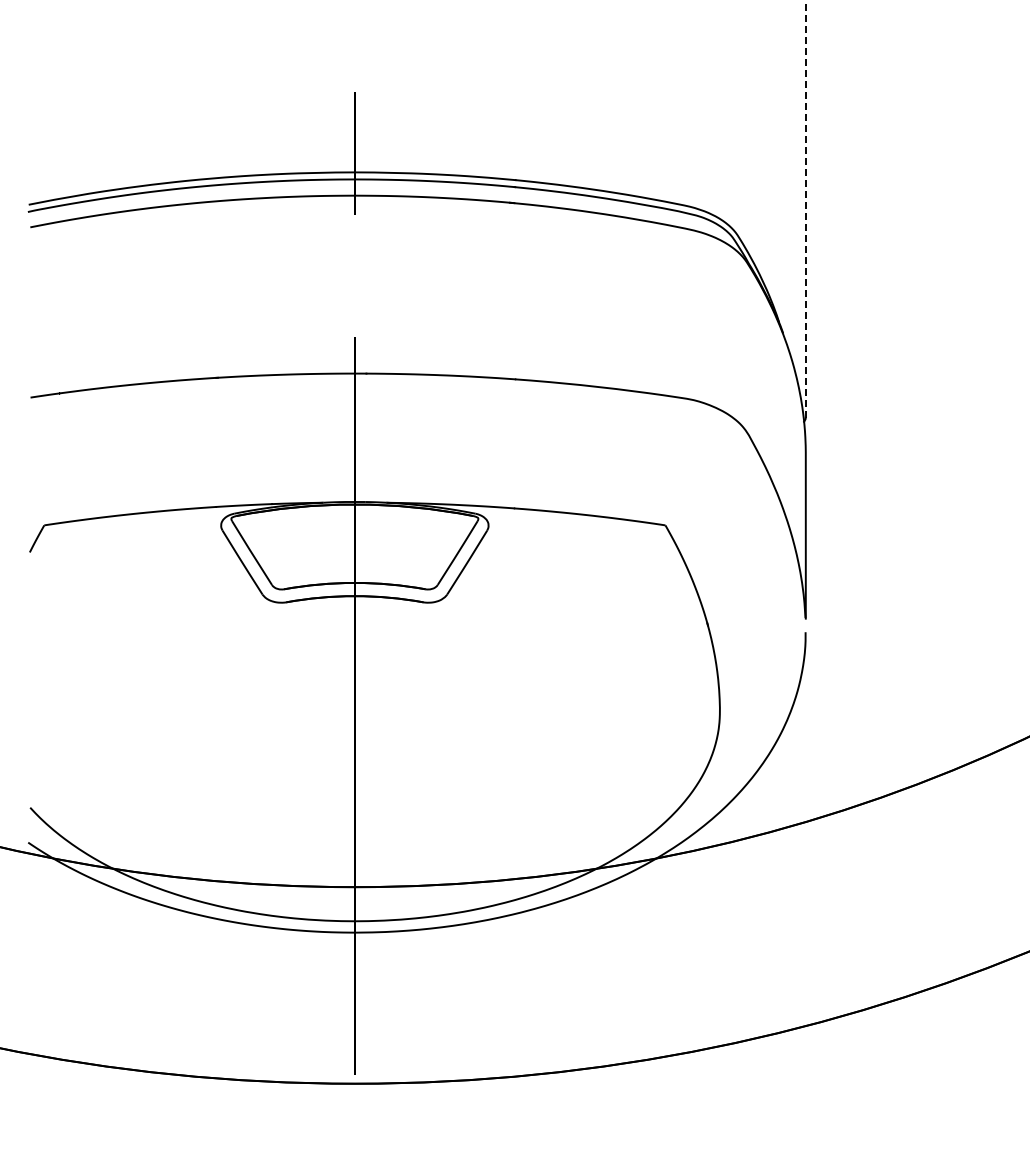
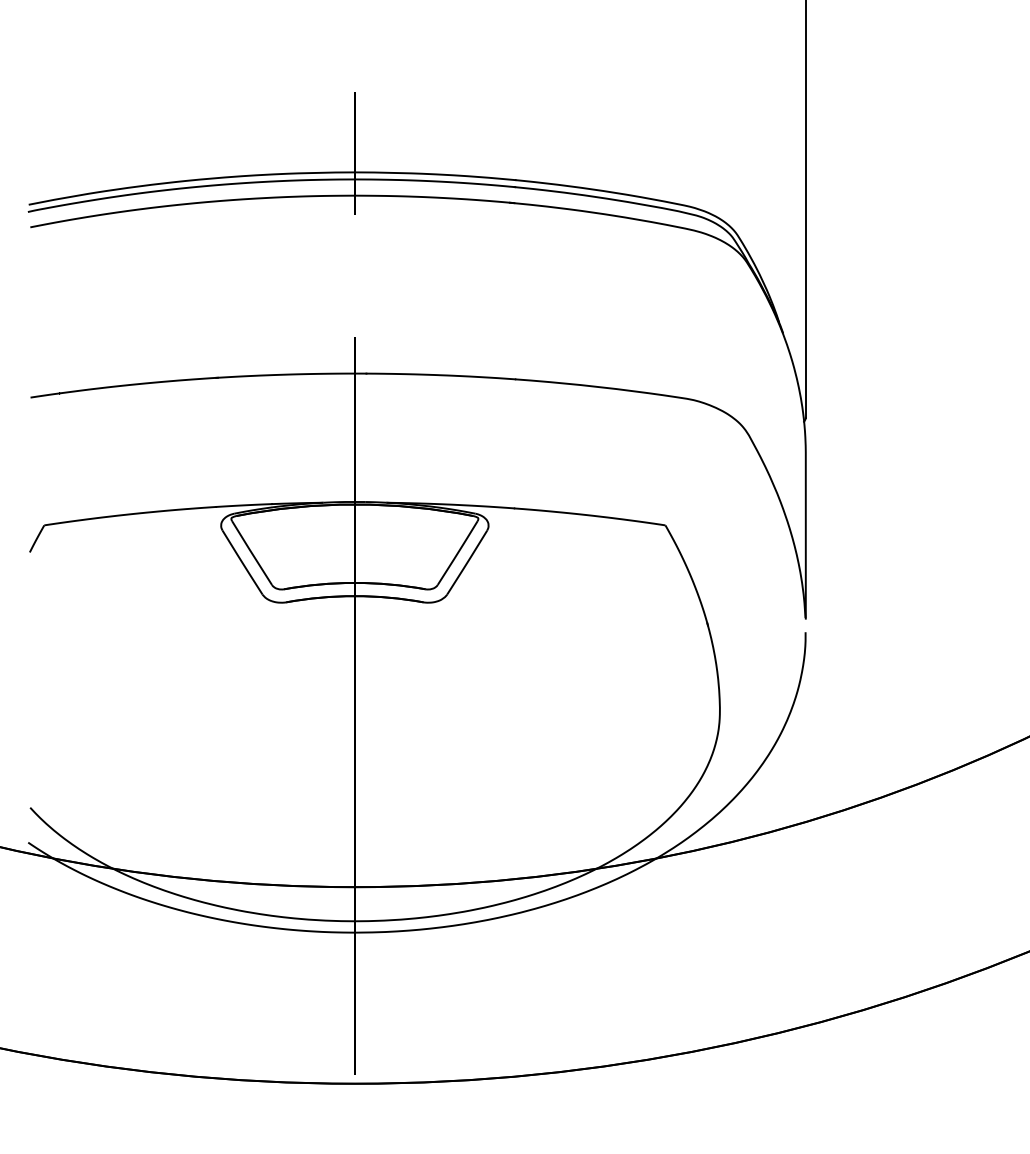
line at (805, 209): dashed -> solid
